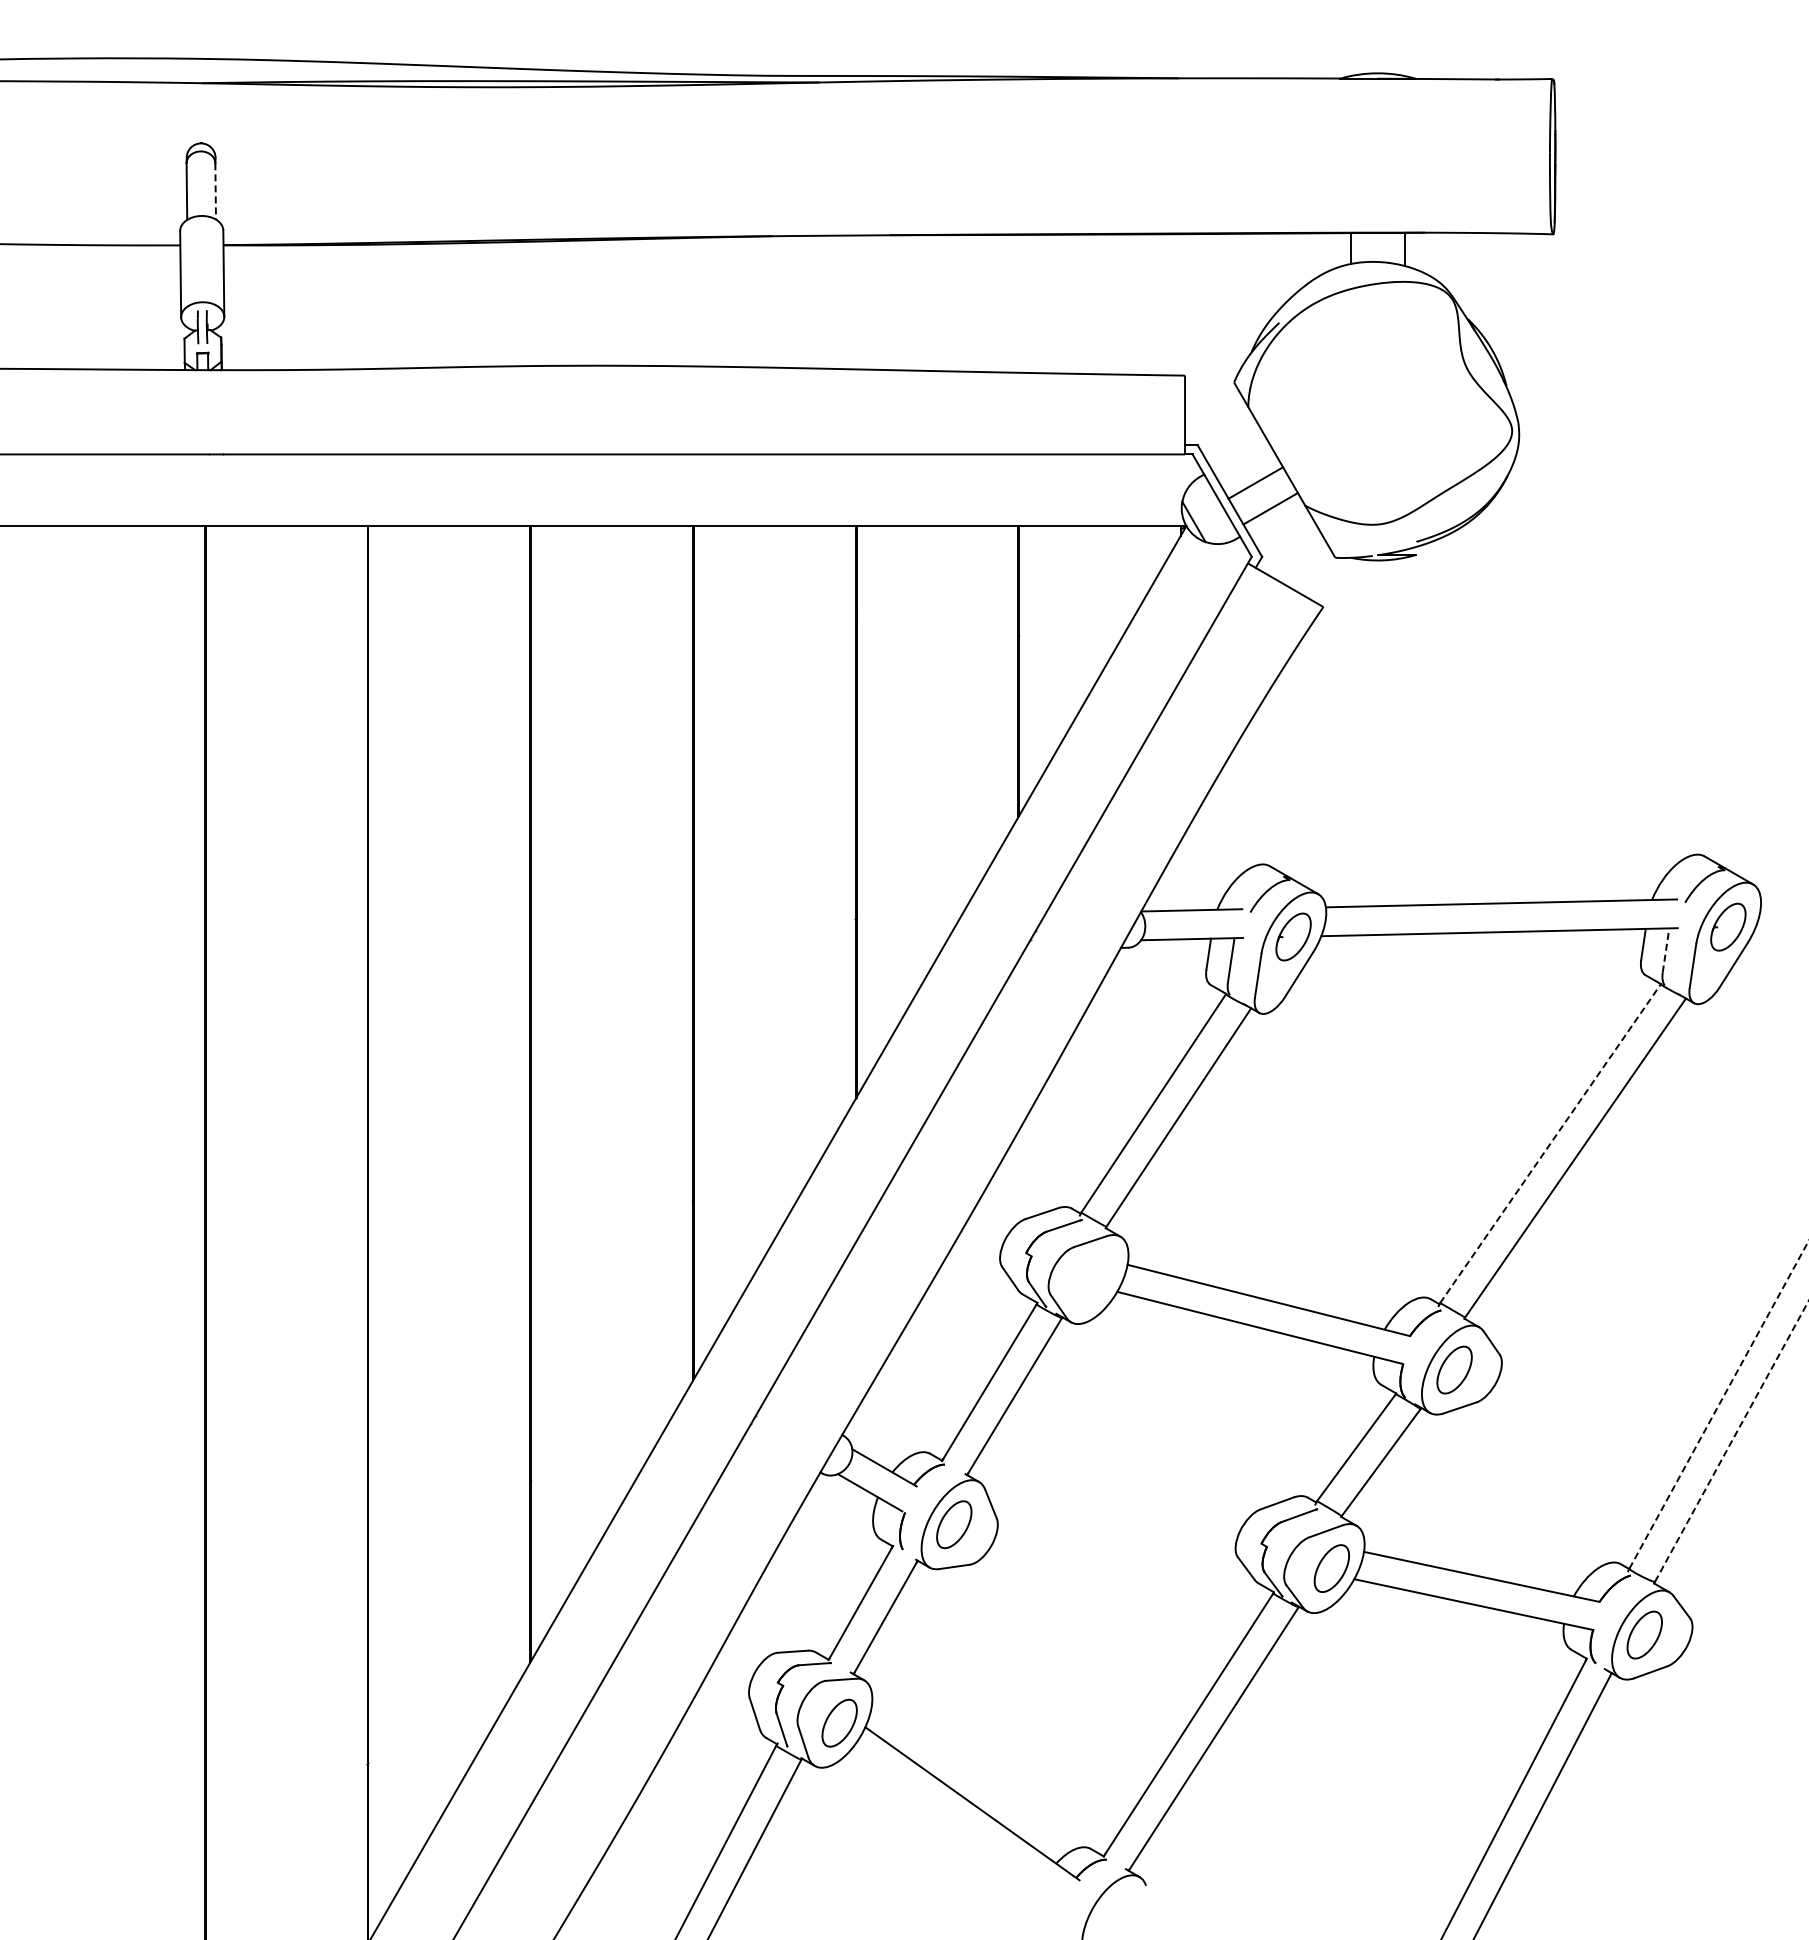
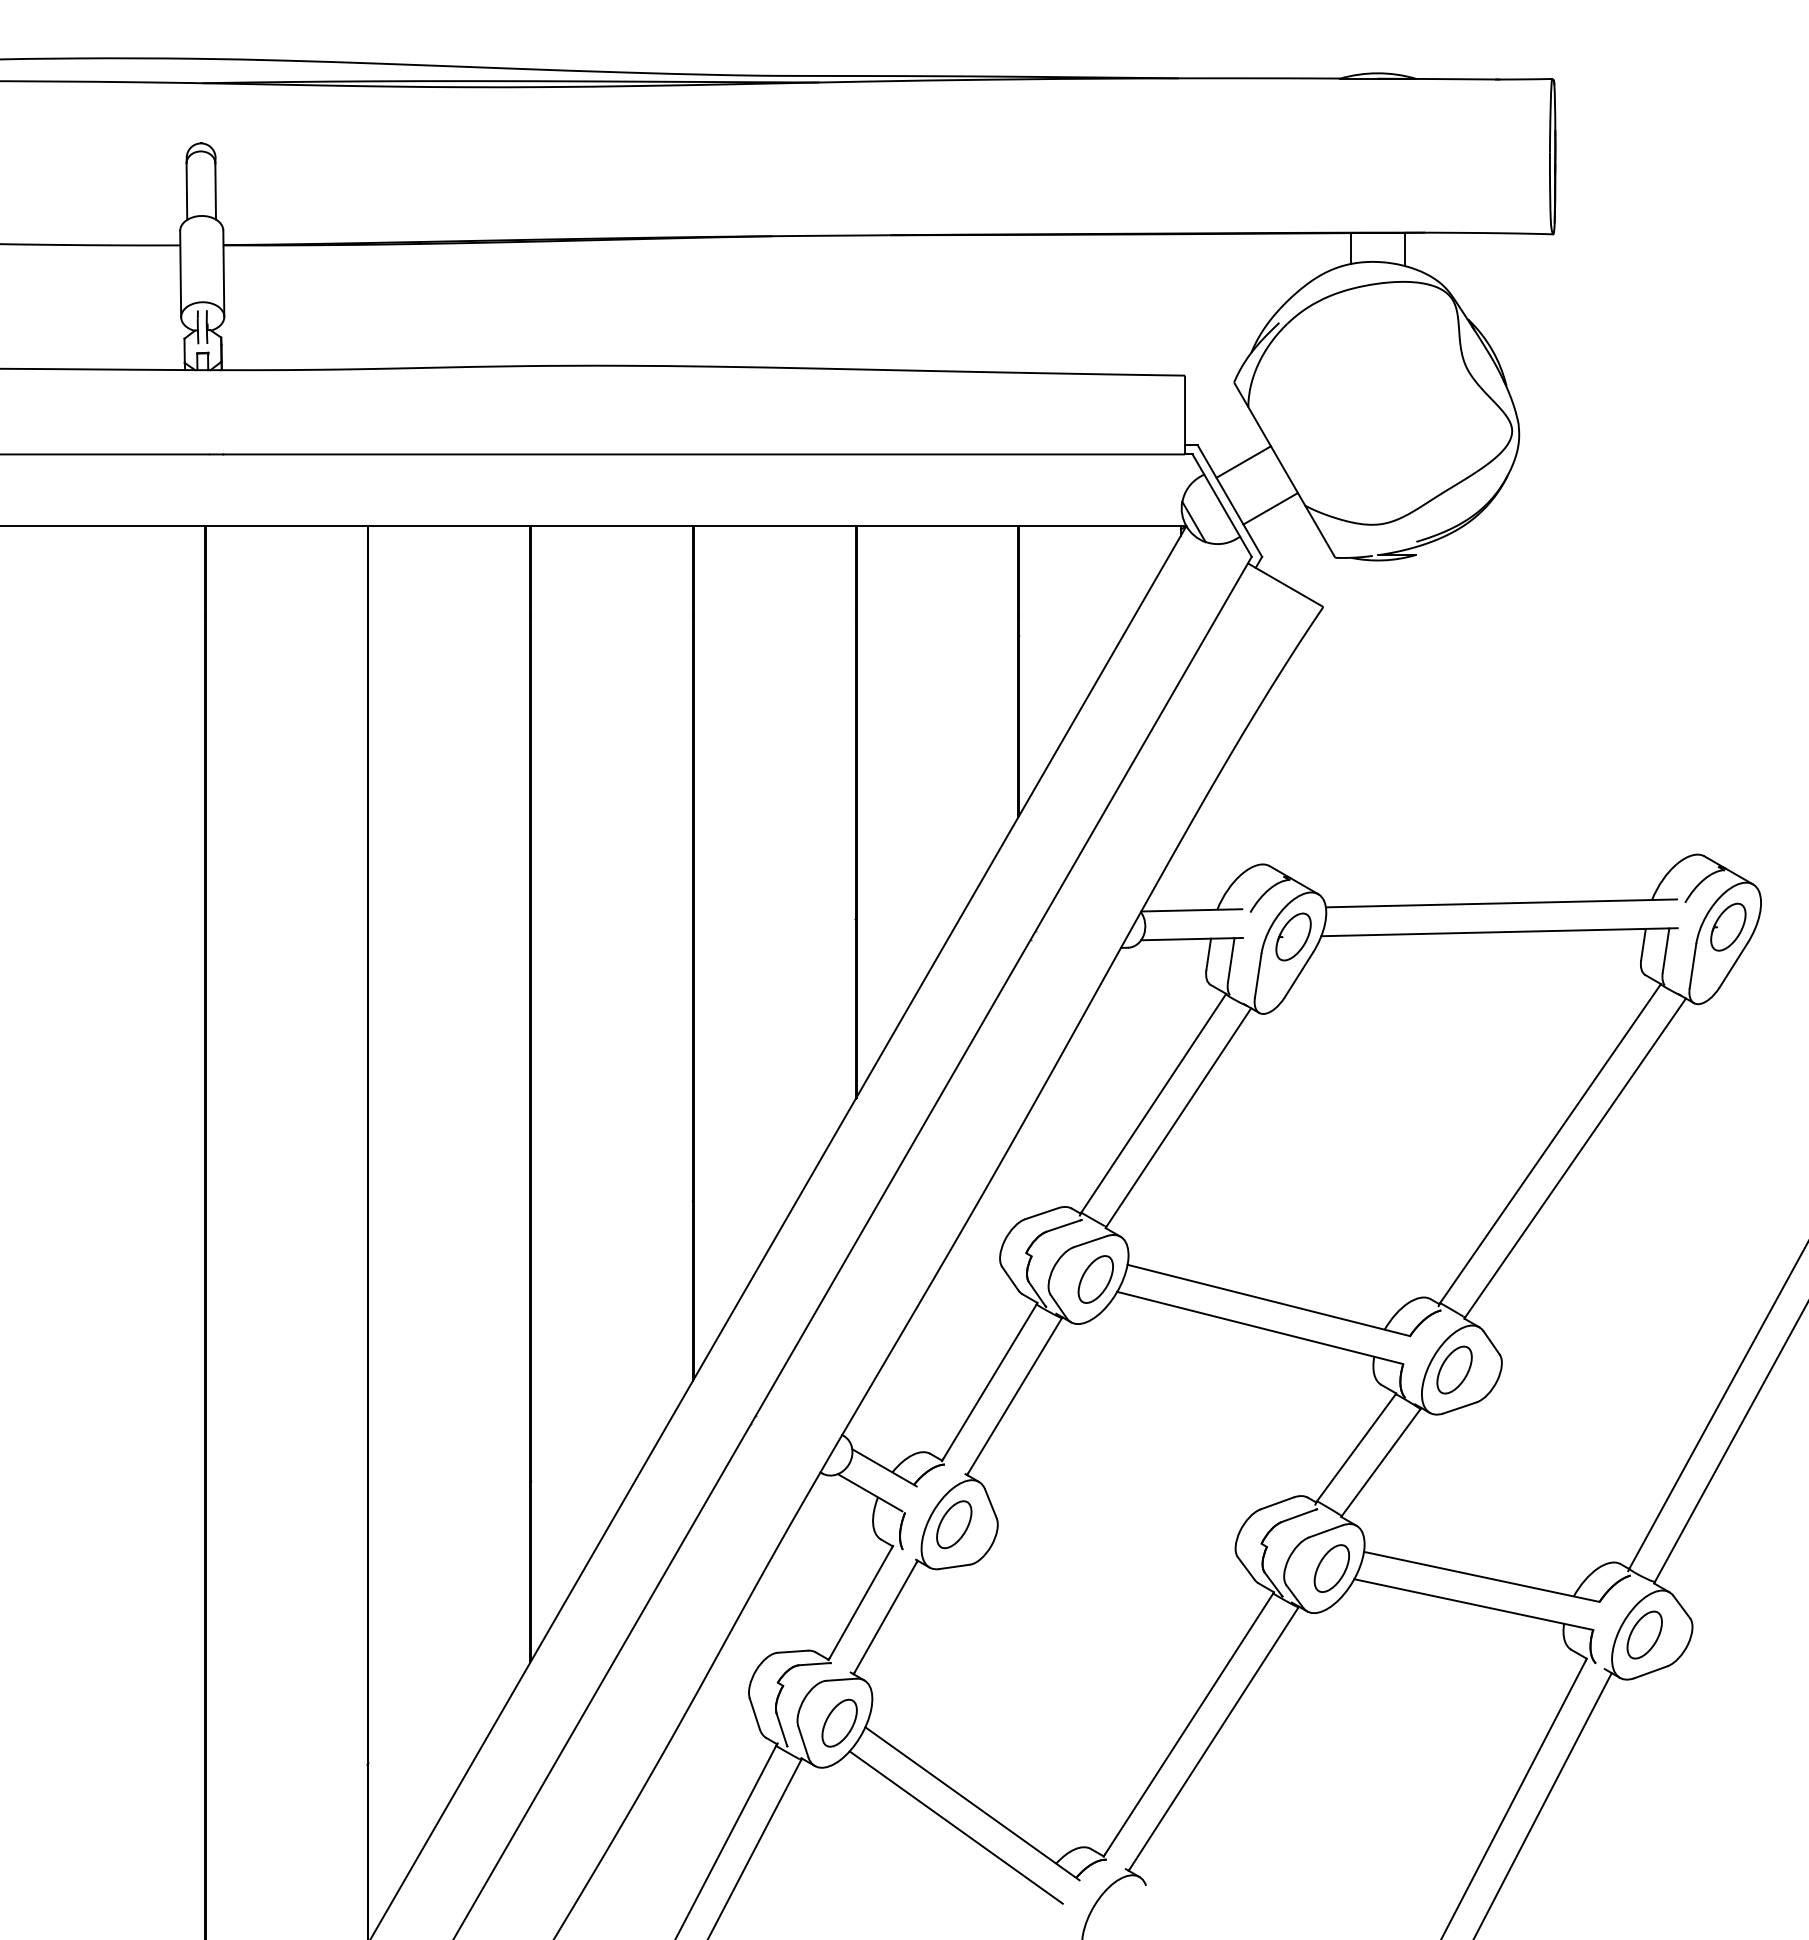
line at (215, 191): dashed -> solid
line at (1255, 482) position: (1255, 482) -> (1243, 461)
line at (1666, 950): dashed -> solid
line at (1550, 1143): dashed -> solid
part at (1095, 1279): none -> present
line at (1719, 1404): dashed -> solid
line at (1732, 1440): dashed -> solid
line at (955, 1827): none -> present
